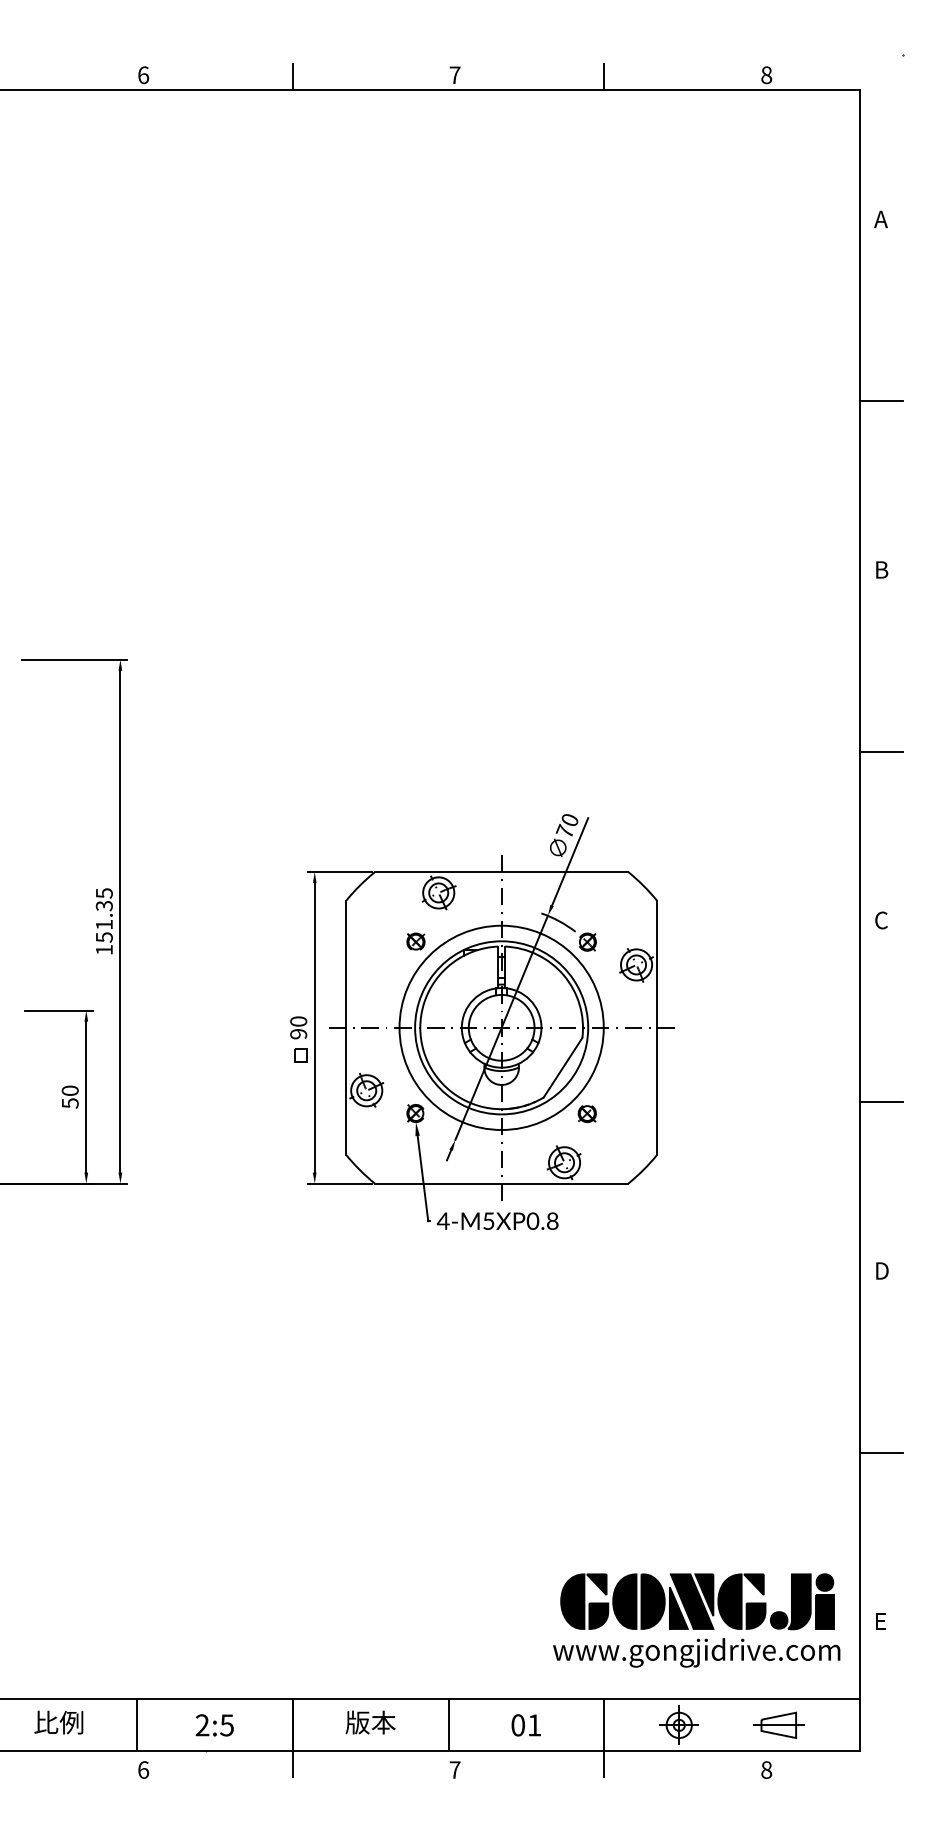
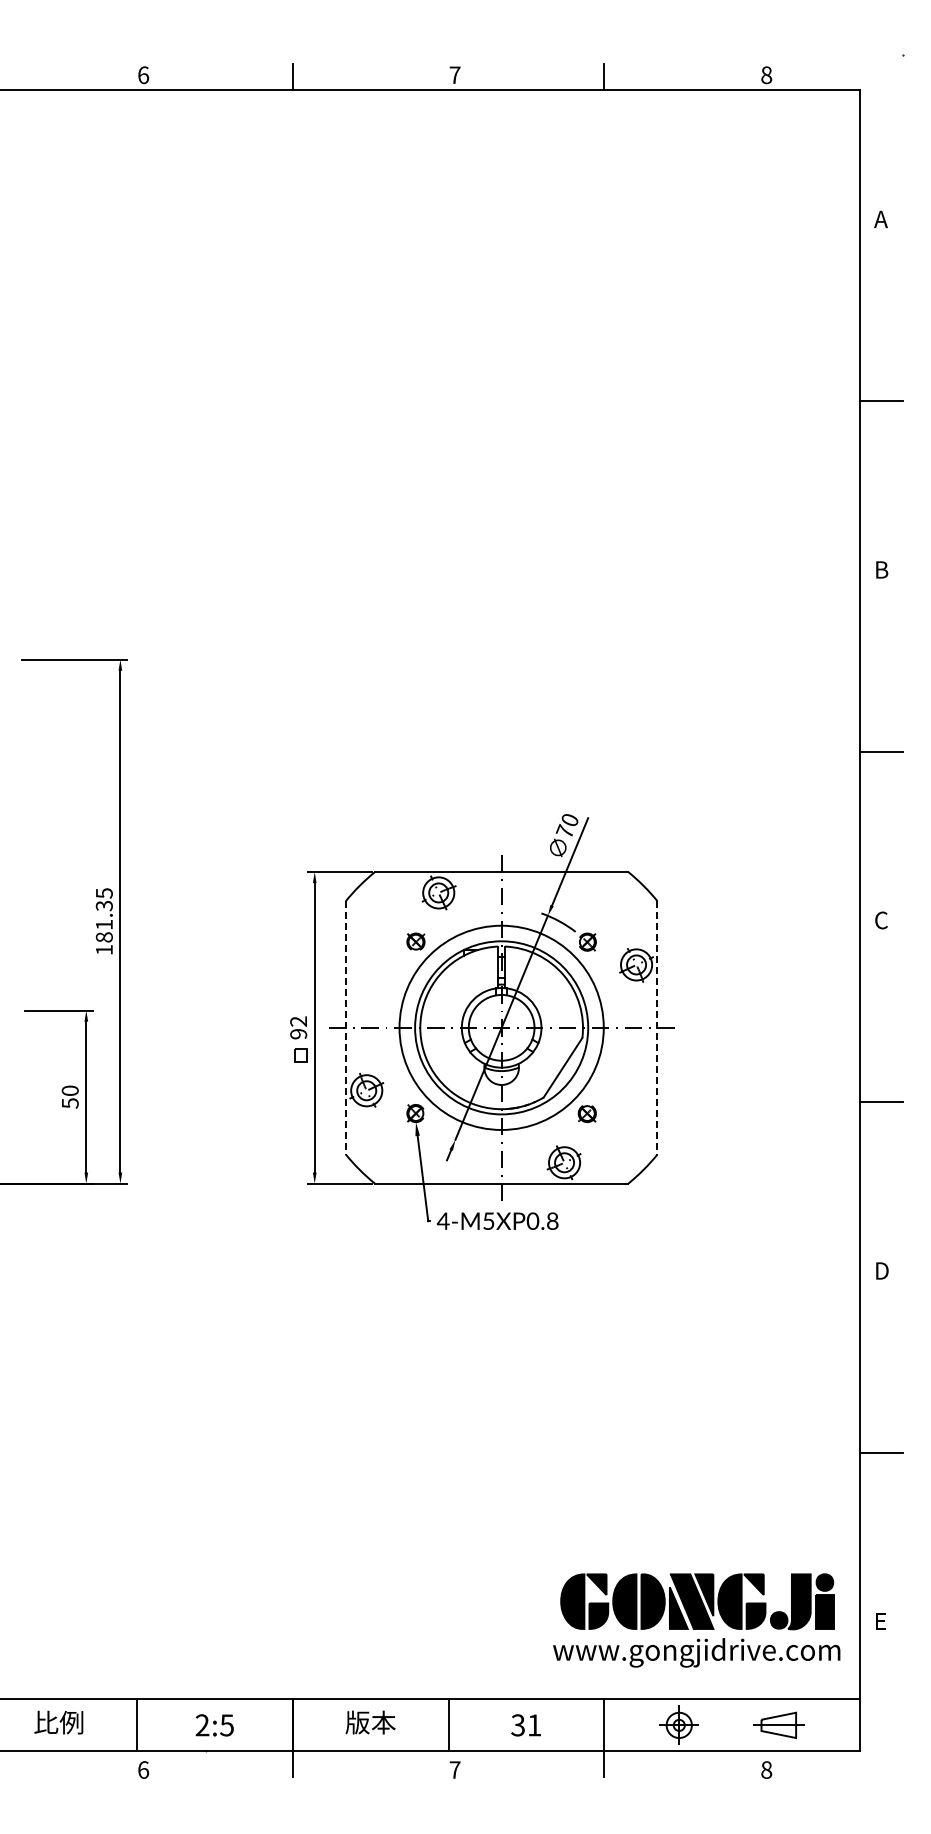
text at (103, 937): 151.35 -> 181.35
text at (298, 1021): 90 -> 92
line at (345, 1027): solid -> dashed
line at (657, 1027): solid -> dashed
text at (517, 1725): 01 -> 31
